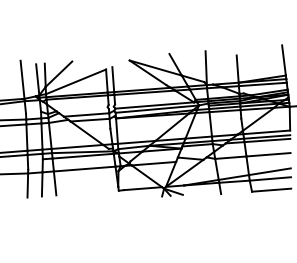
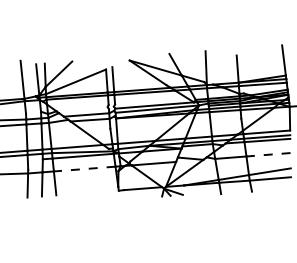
line at (268, 154): solid -> dashed
line at (84, 169): solid -> dashed
line at (271, 189): present -> none
